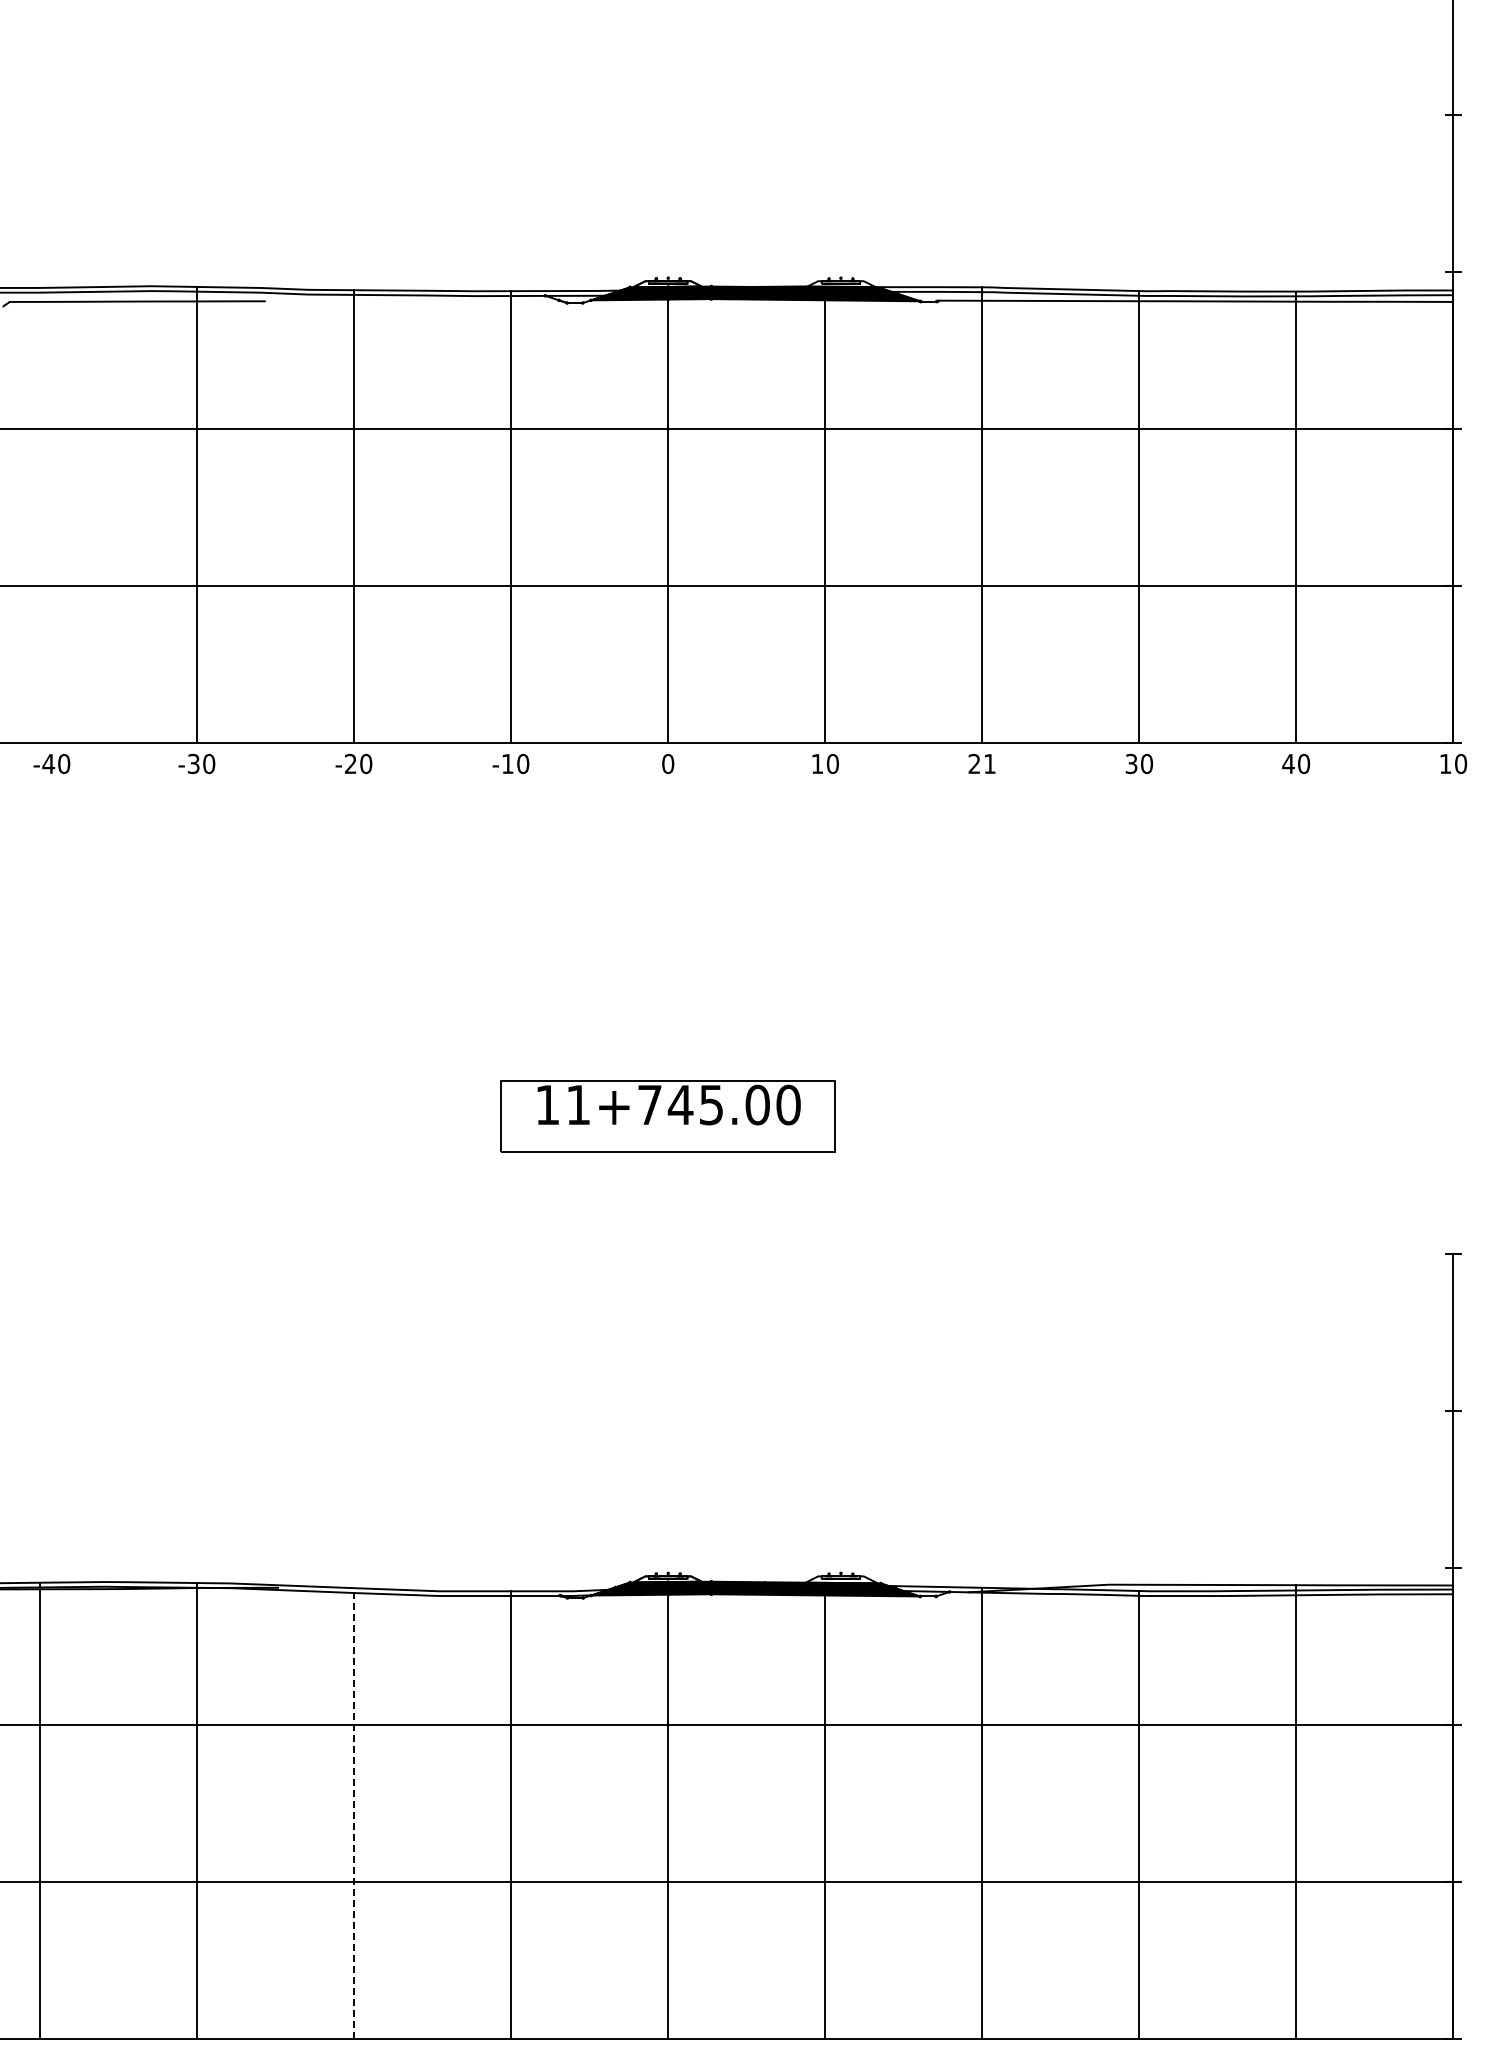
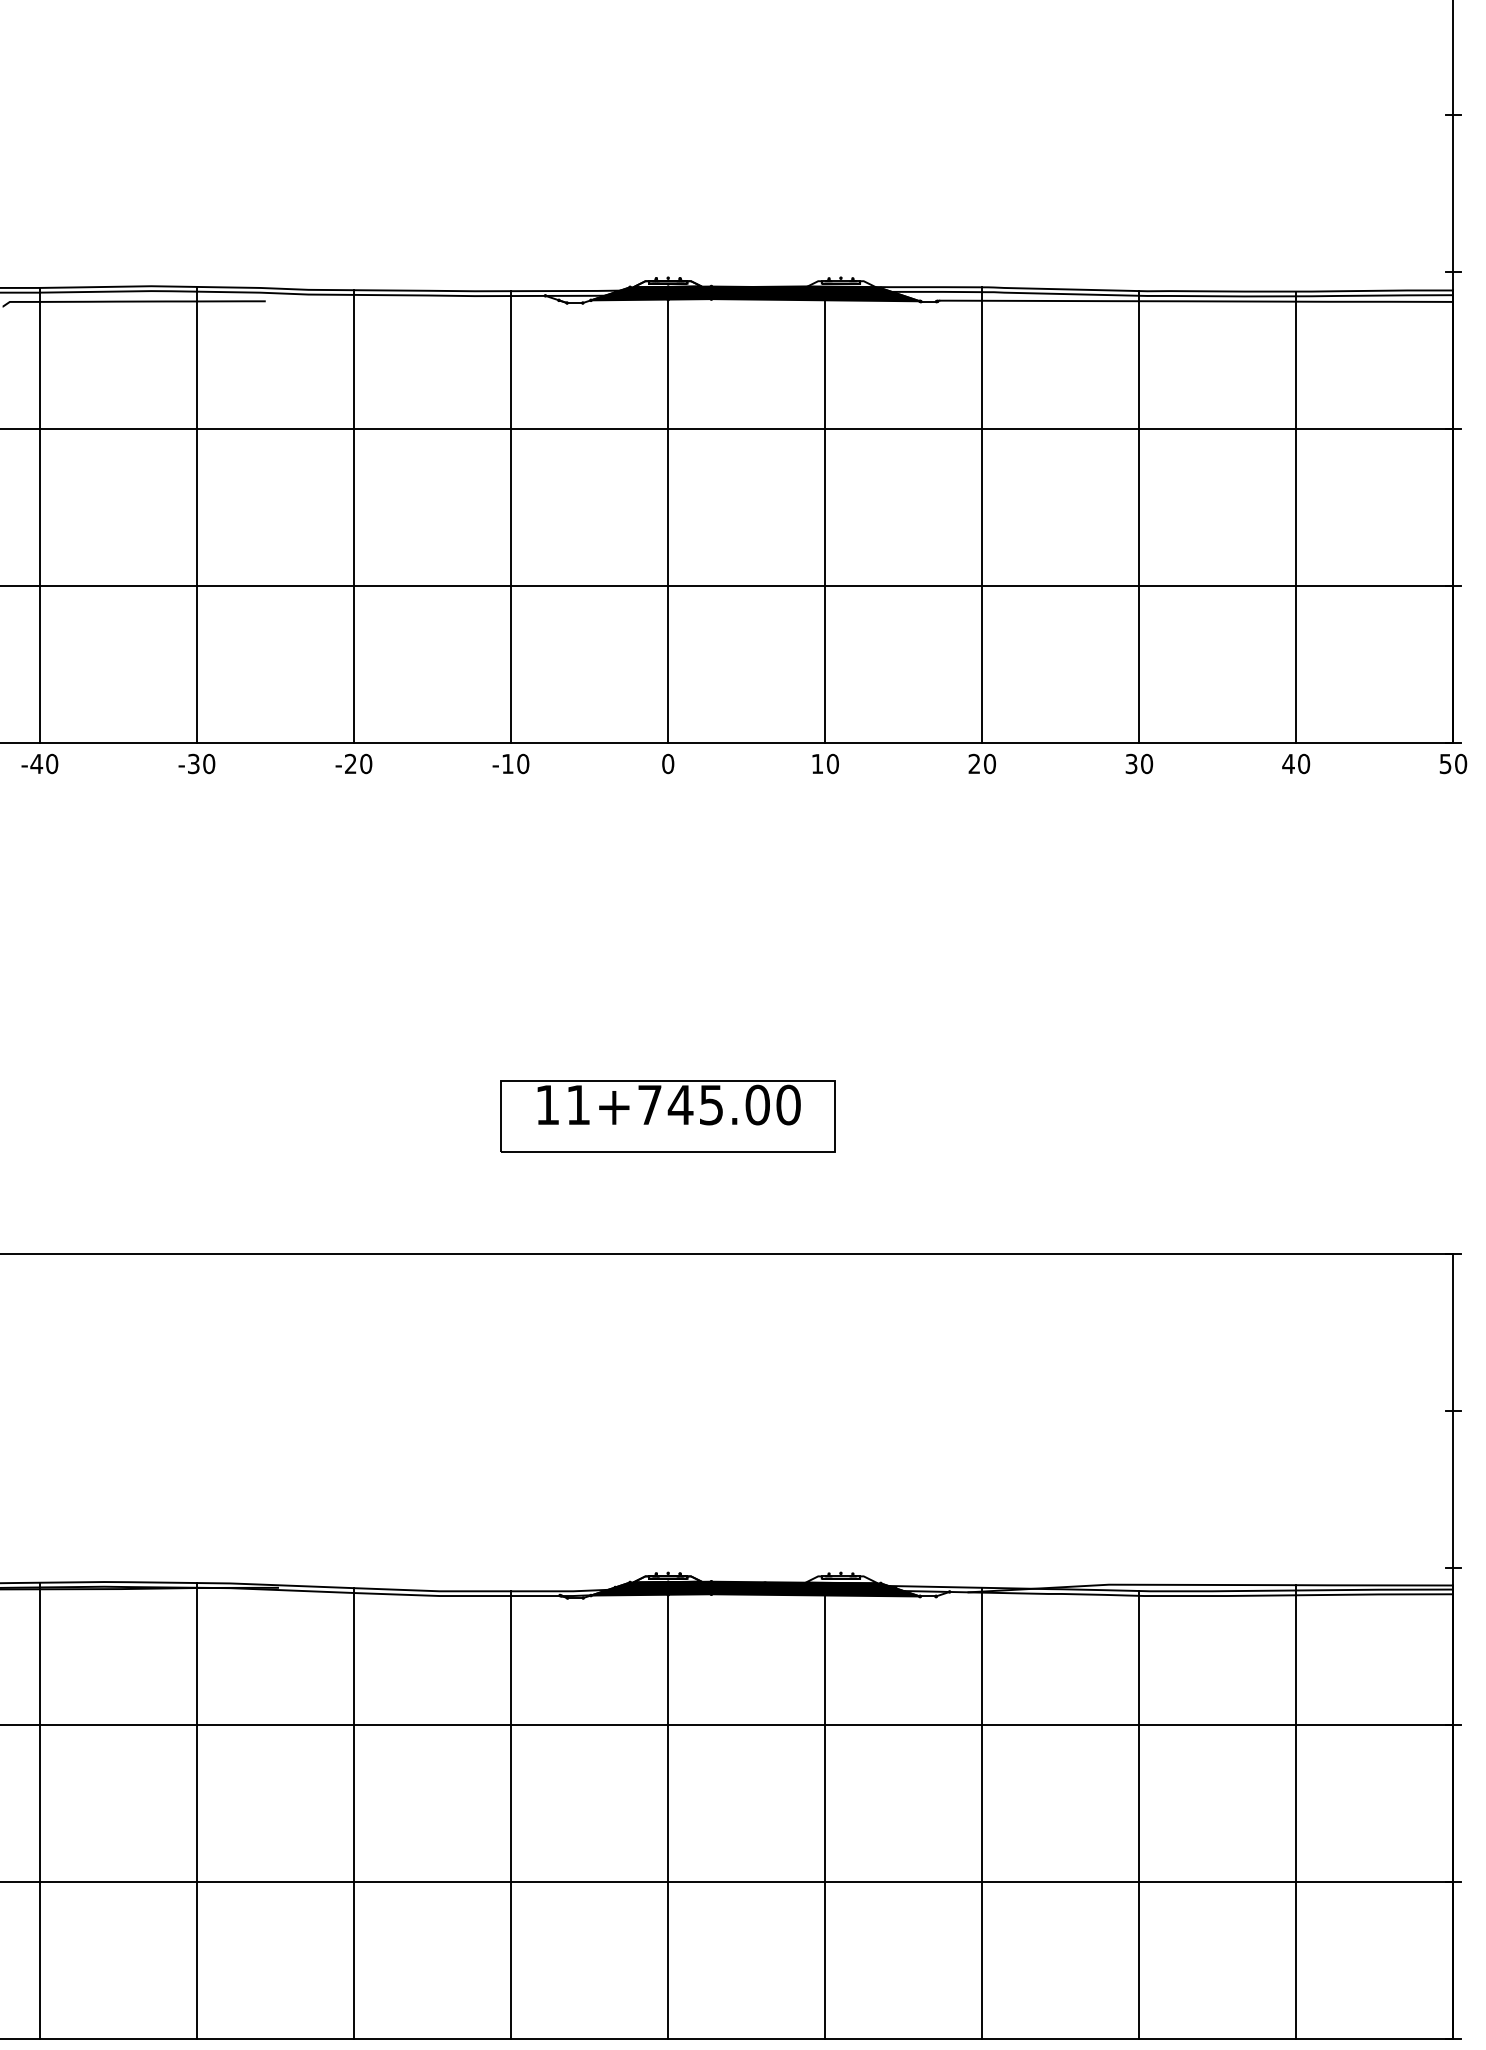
line at (40, 515): none -> present
text at (51, 763) position: (51, 763) -> (39, 763)
text at (989, 763): 21 -> 20
text at (1445, 764): 10 -> 50
line at (727, 1253): none -> present
line at (354, 1812): dashed -> solid
